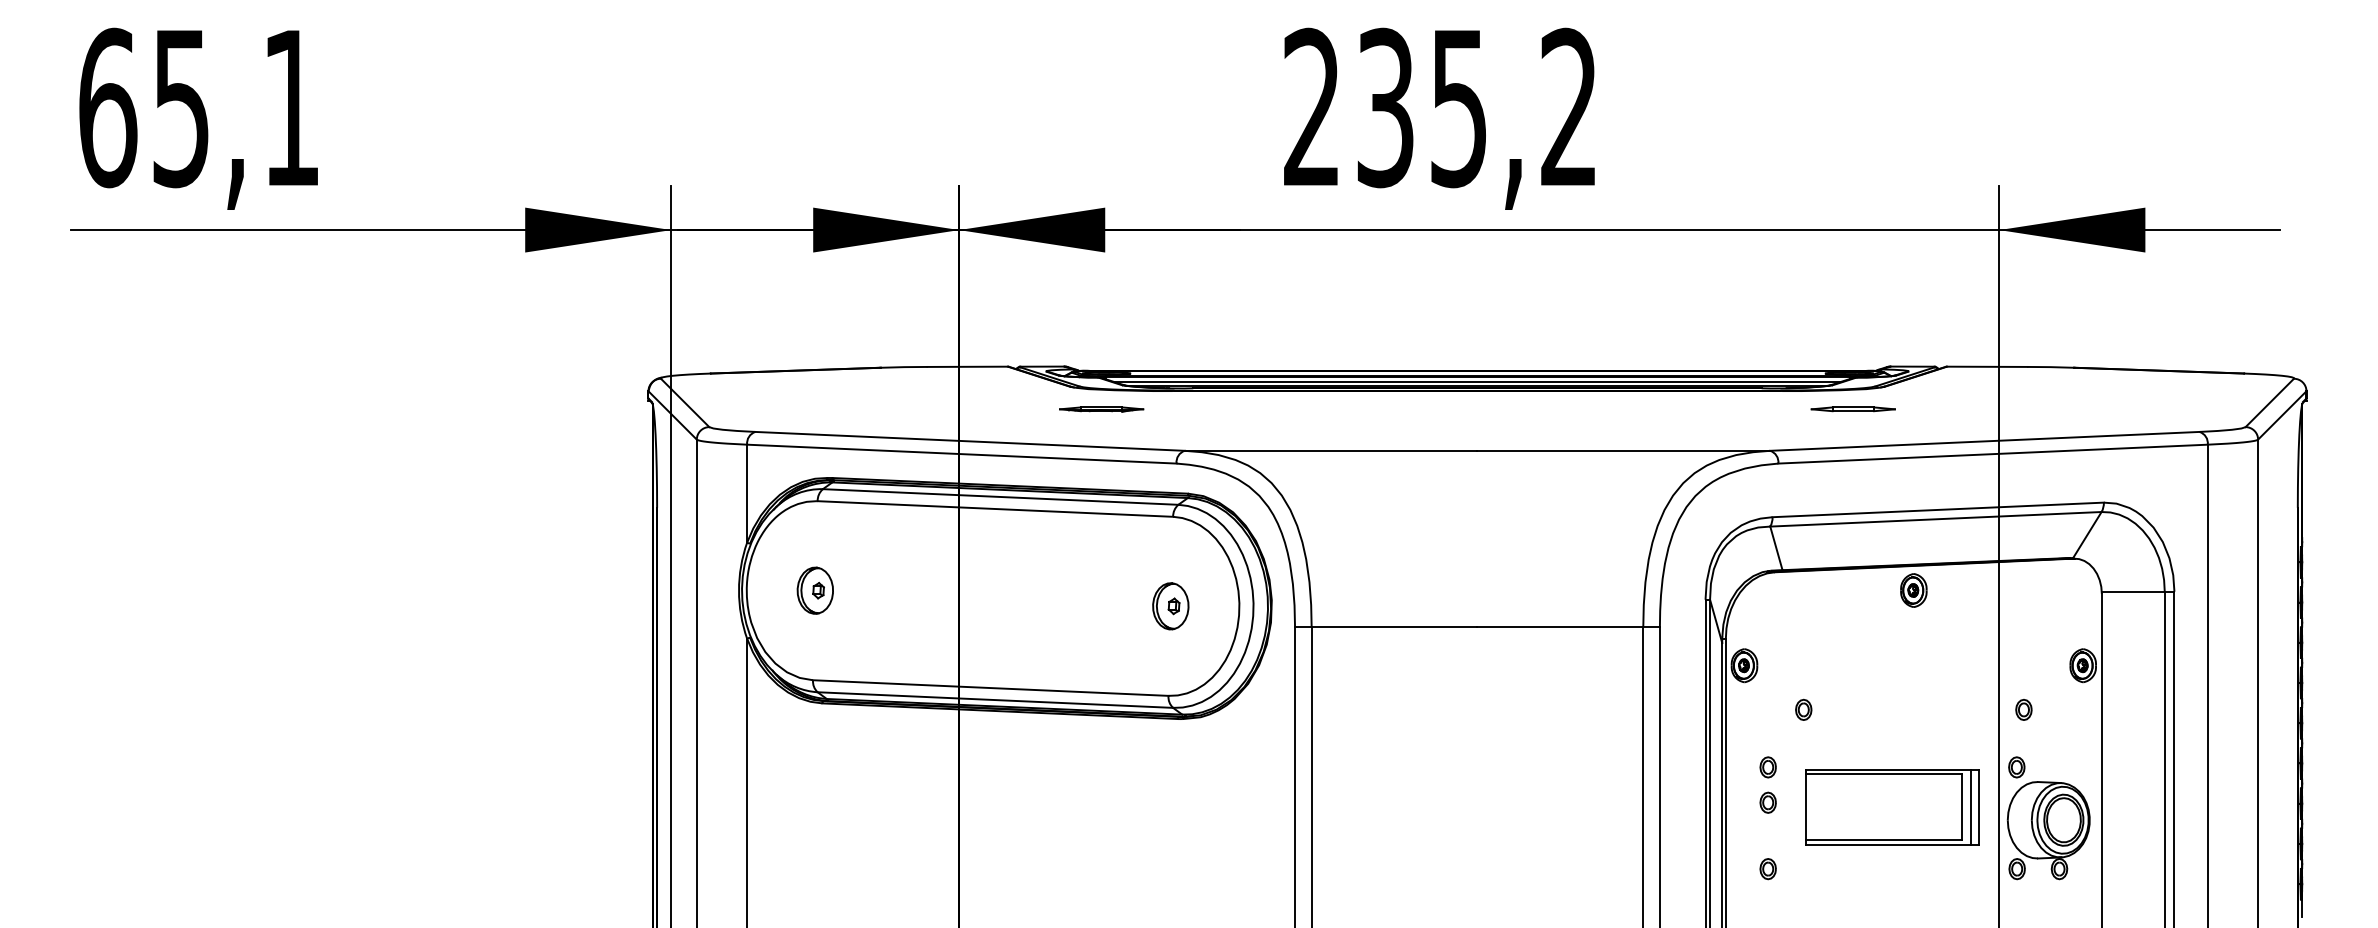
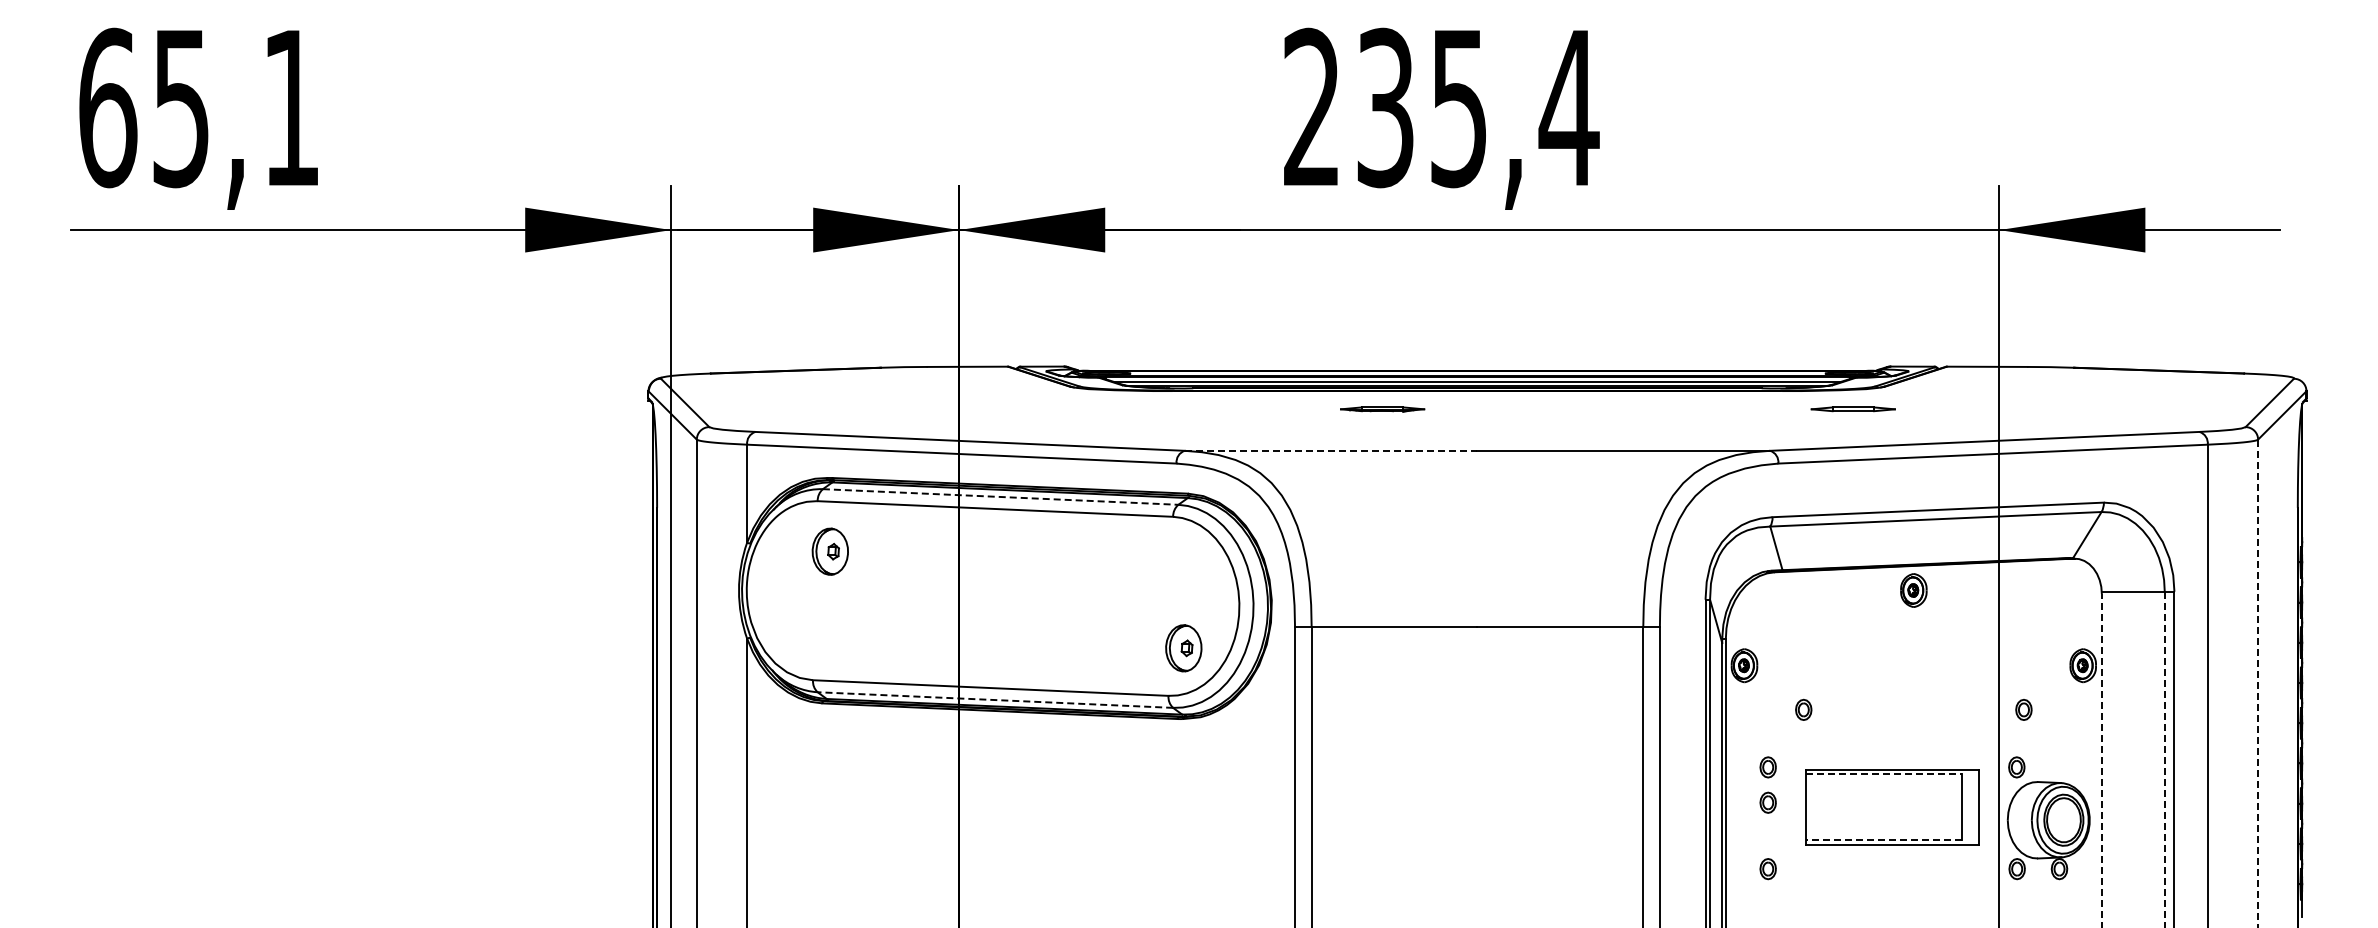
text at (1568, 106): 235,2 -> 235,4
part at (1101, 409) position: (1101, 409) -> (1382, 409)
line at (1331, 450): solid -> dashed
line at (1000, 496): solid -> dashed
part at (814, 590) position: (814, 590) -> (829, 551)
part at (1170, 606) position: (1170, 606) -> (1183, 648)
line at (2258, 683): solid -> dashed
line at (995, 700): solid -> dashed
line at (2164, 759): solid -> dashed
line at (2101, 761): solid -> dashed
line at (1884, 774): solid -> dashed
line at (1971, 806): present -> none
line at (1883, 840): solid -> dashed
